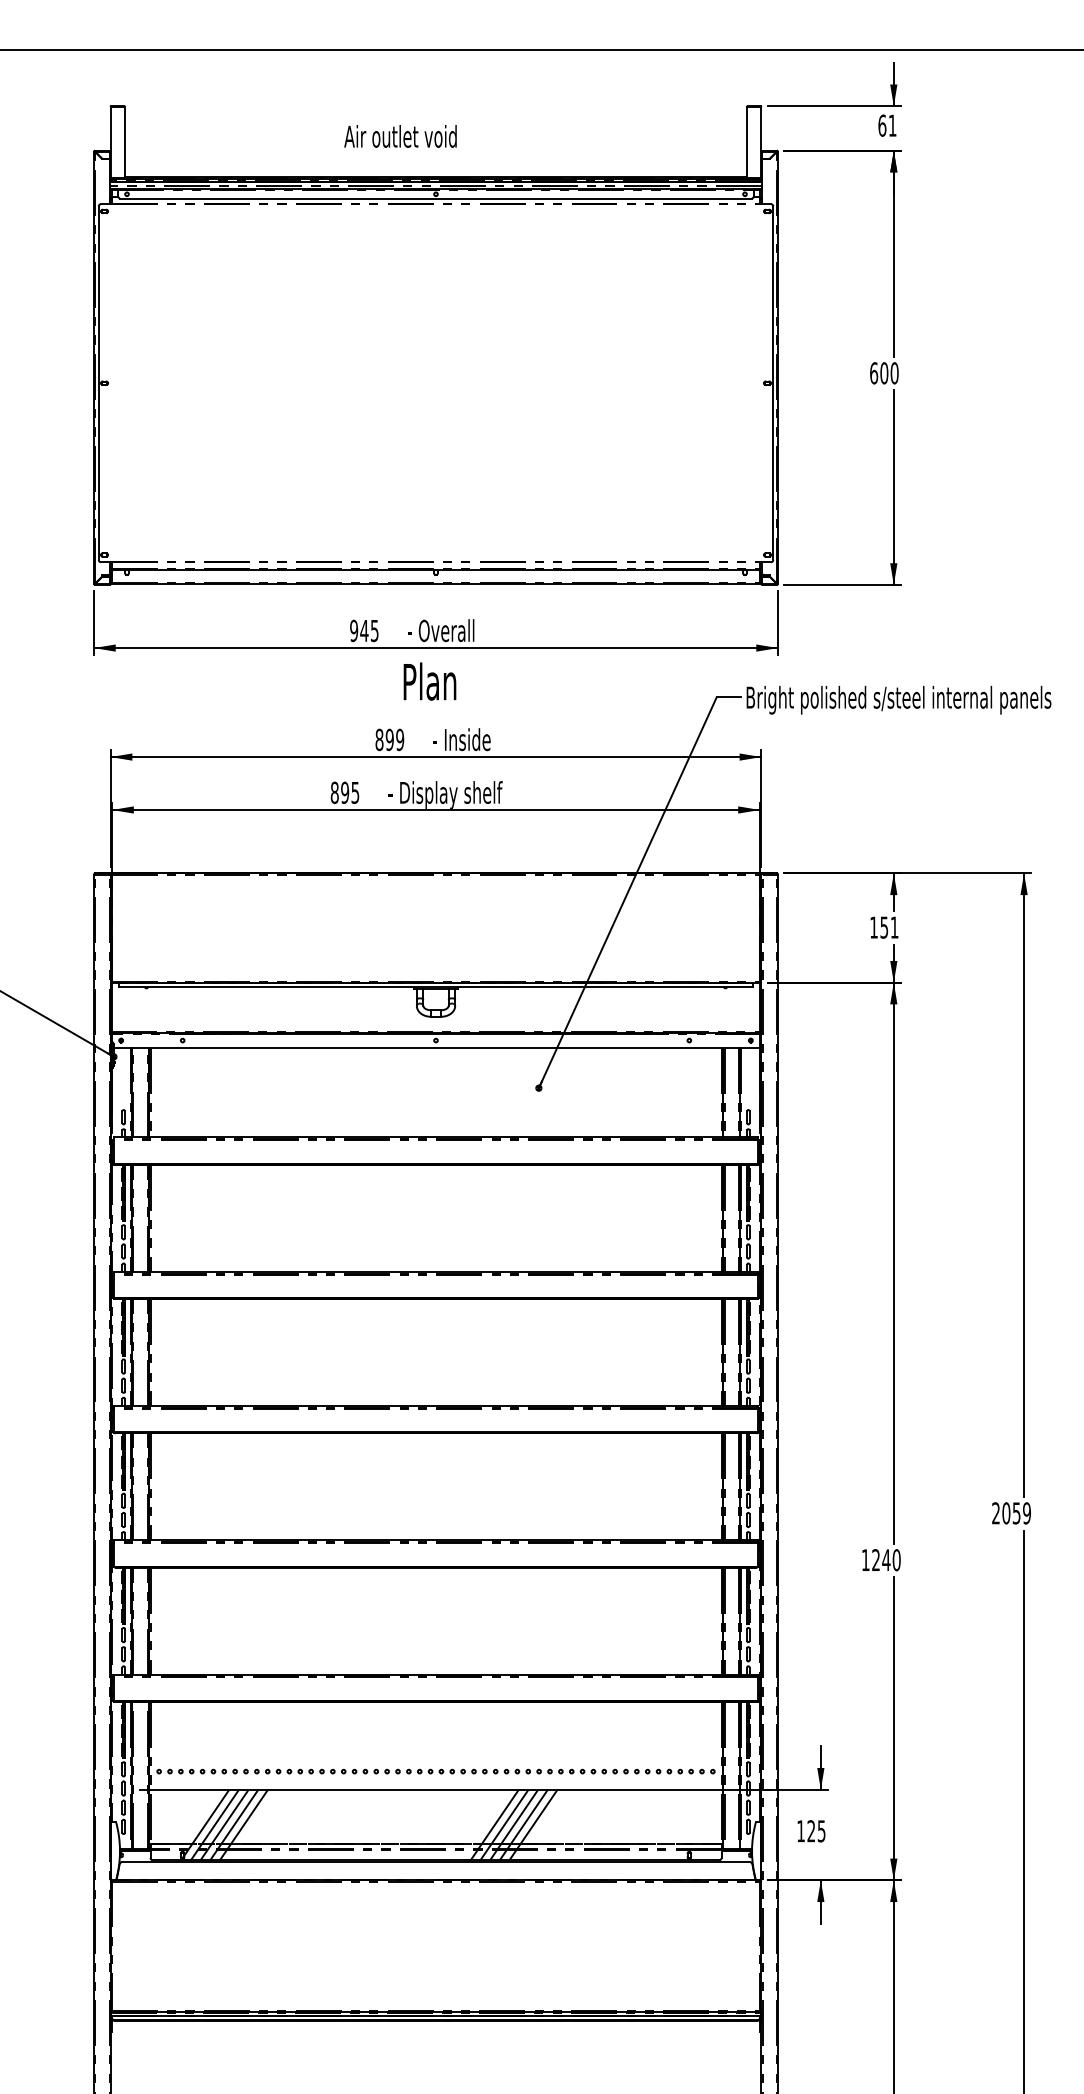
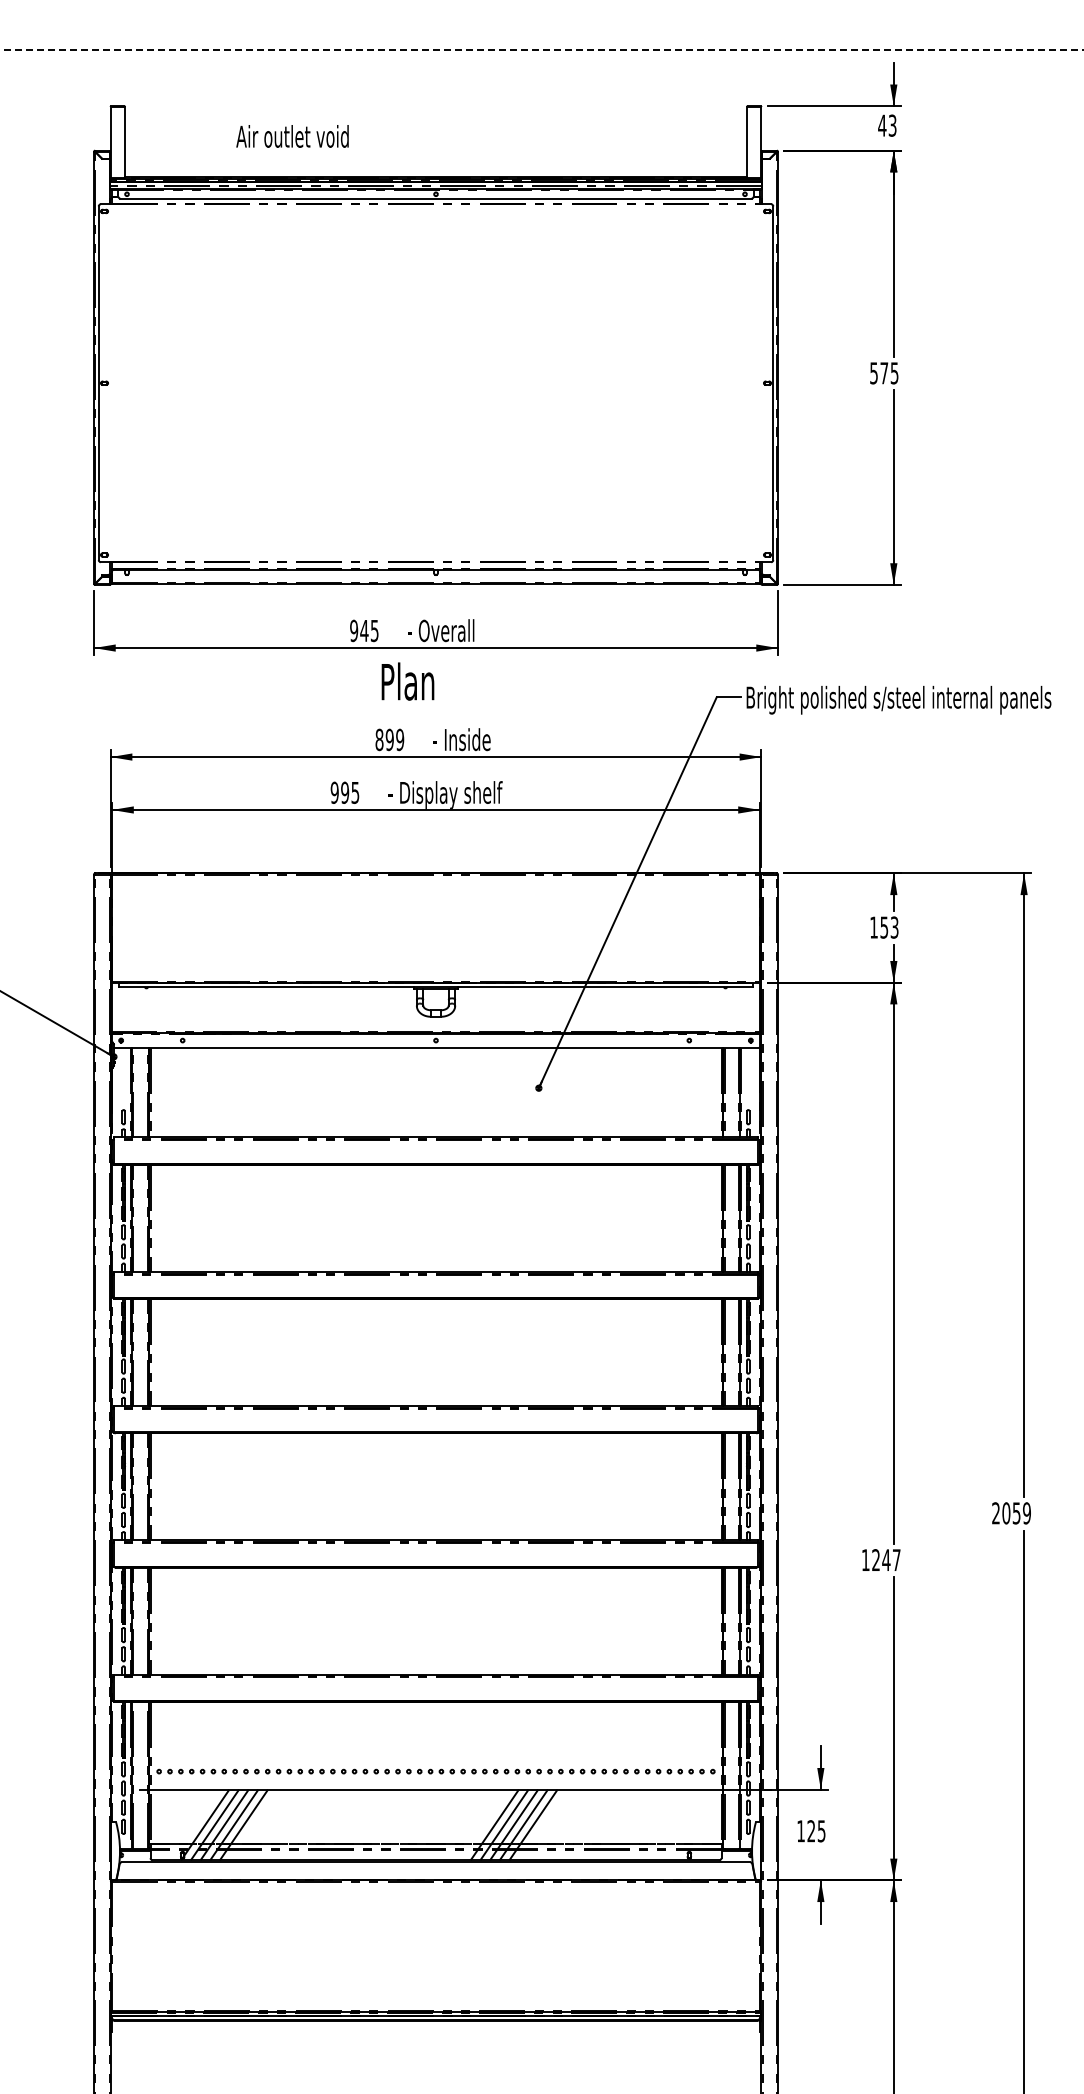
line at (542, 50): solid -> dashed
text at (887, 125): 61 -> 43
text at (400, 136) position: (400, 136) -> (292, 136)
text at (884, 373): 600 -> 575
text at (429, 681) position: (429, 681) -> (407, 681)
text at (334, 792): 895 -> 995
text at (894, 927): 151 -> 153
text at (896, 1560): 1240 -> 1247
